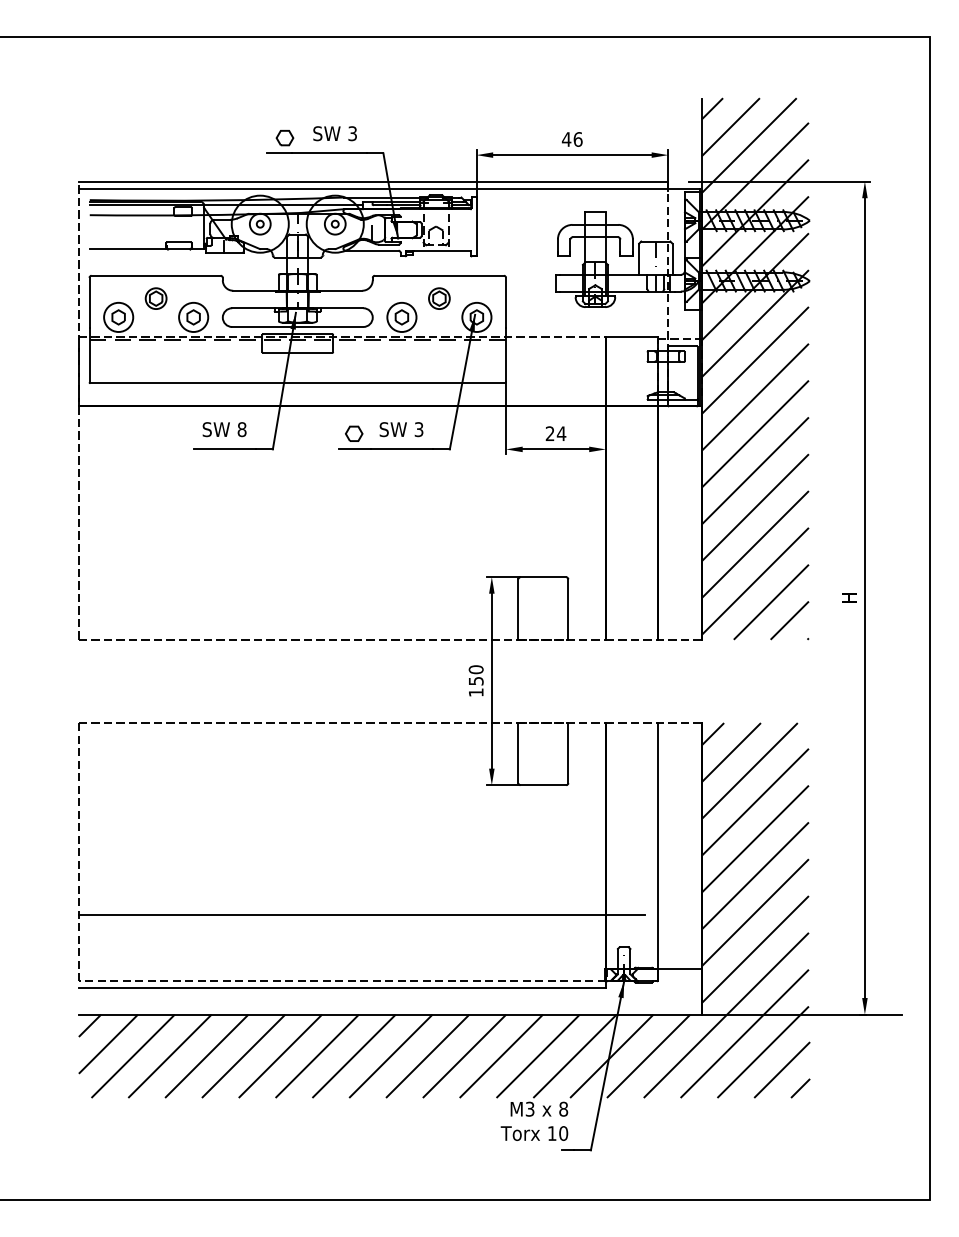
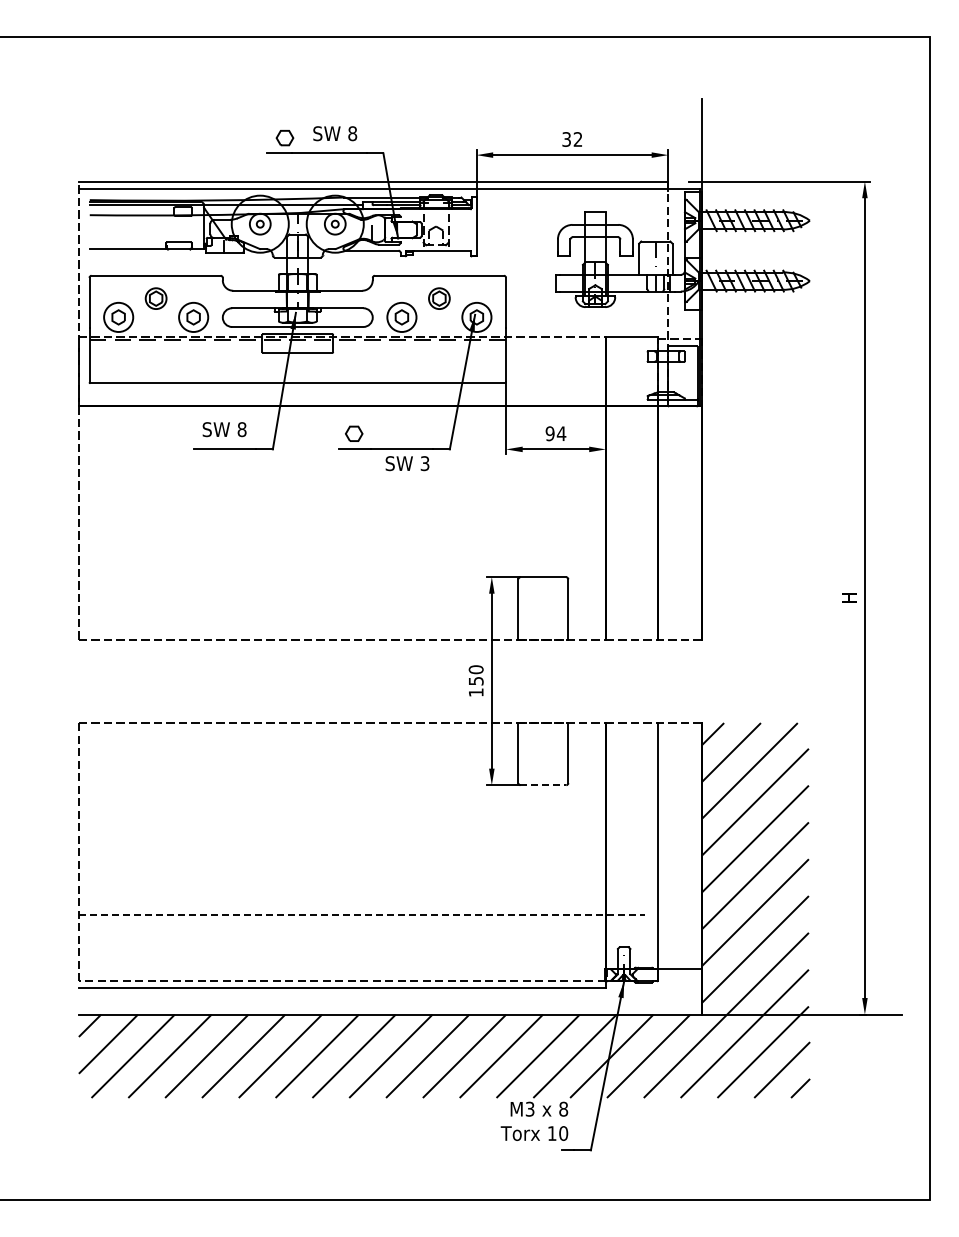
text at (352, 133): 3 -> 8
text at (571, 139): 46 -> 32
hatch at (754, 368): present -> none
text at (401, 429) position: (401, 429) -> (407, 463)
text at (549, 433): 24 -> 94
line at (543, 785): solid -> dashed
line at (362, 914): solid -> dashed
